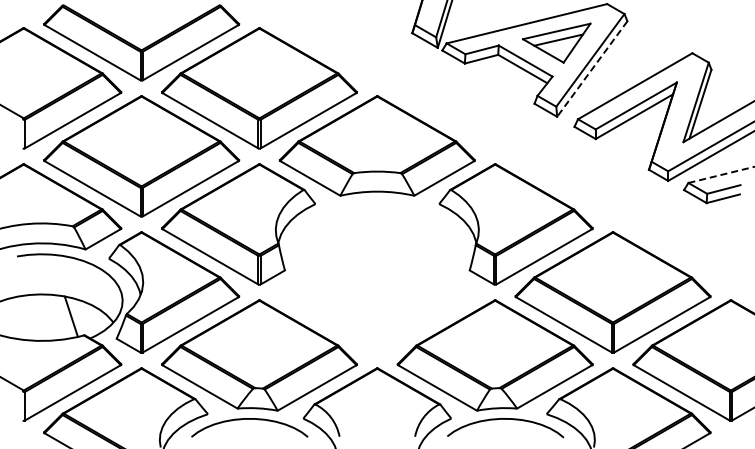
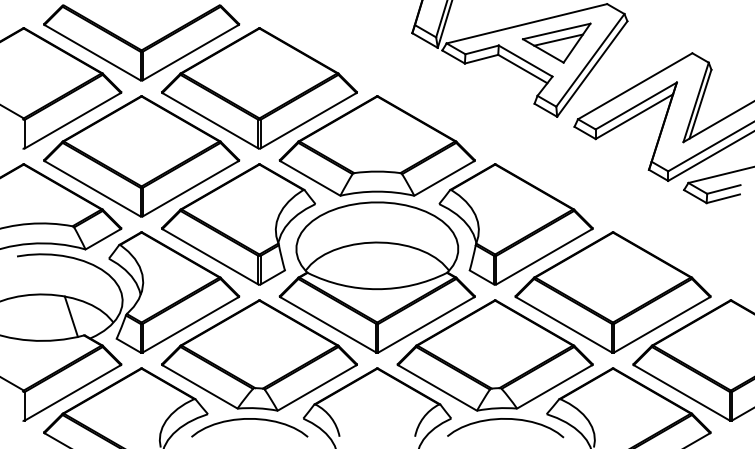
line at (592, 69): dashed -> solid
line at (721, 174): dashed -> solid
part at (376, 277): none -> present
